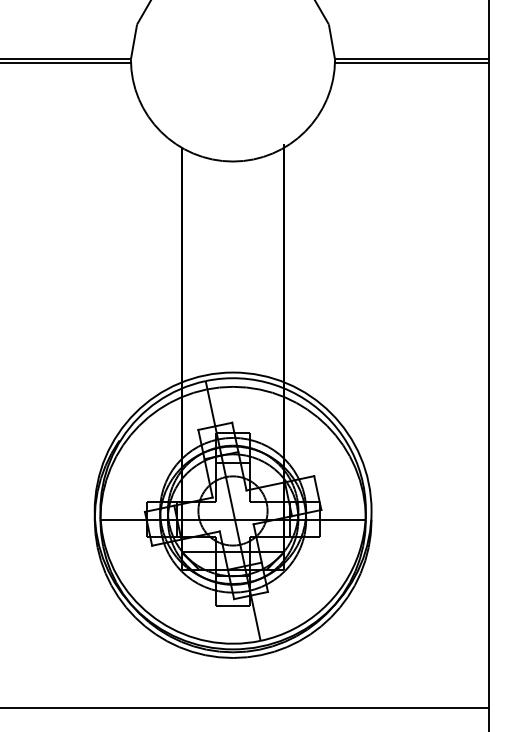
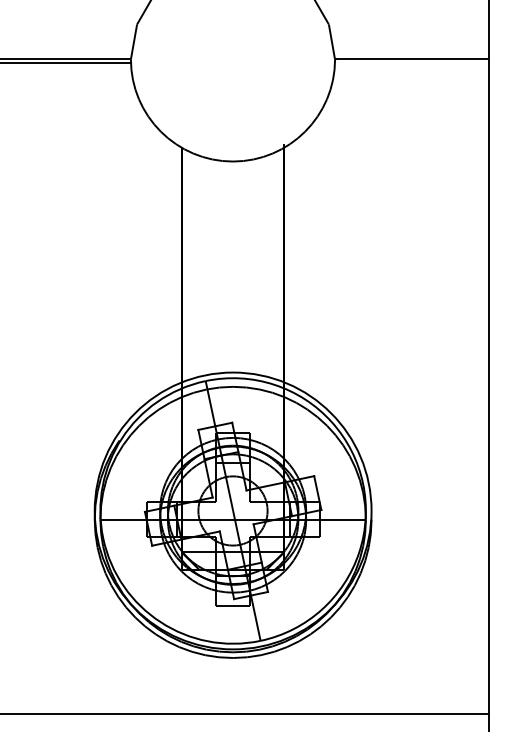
line at (411, 63): present -> none
line at (245, 708) position: (245, 708) -> (245, 714)
